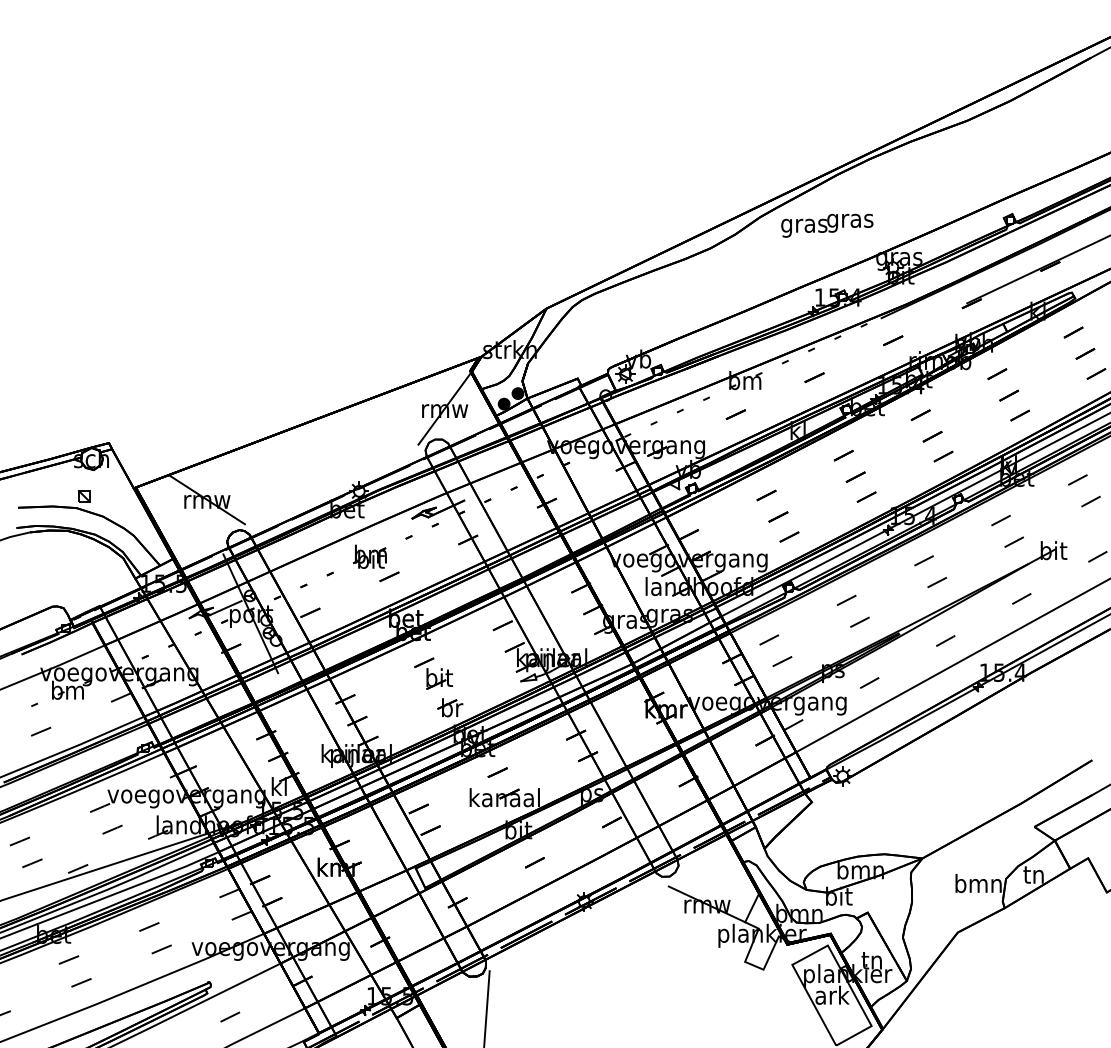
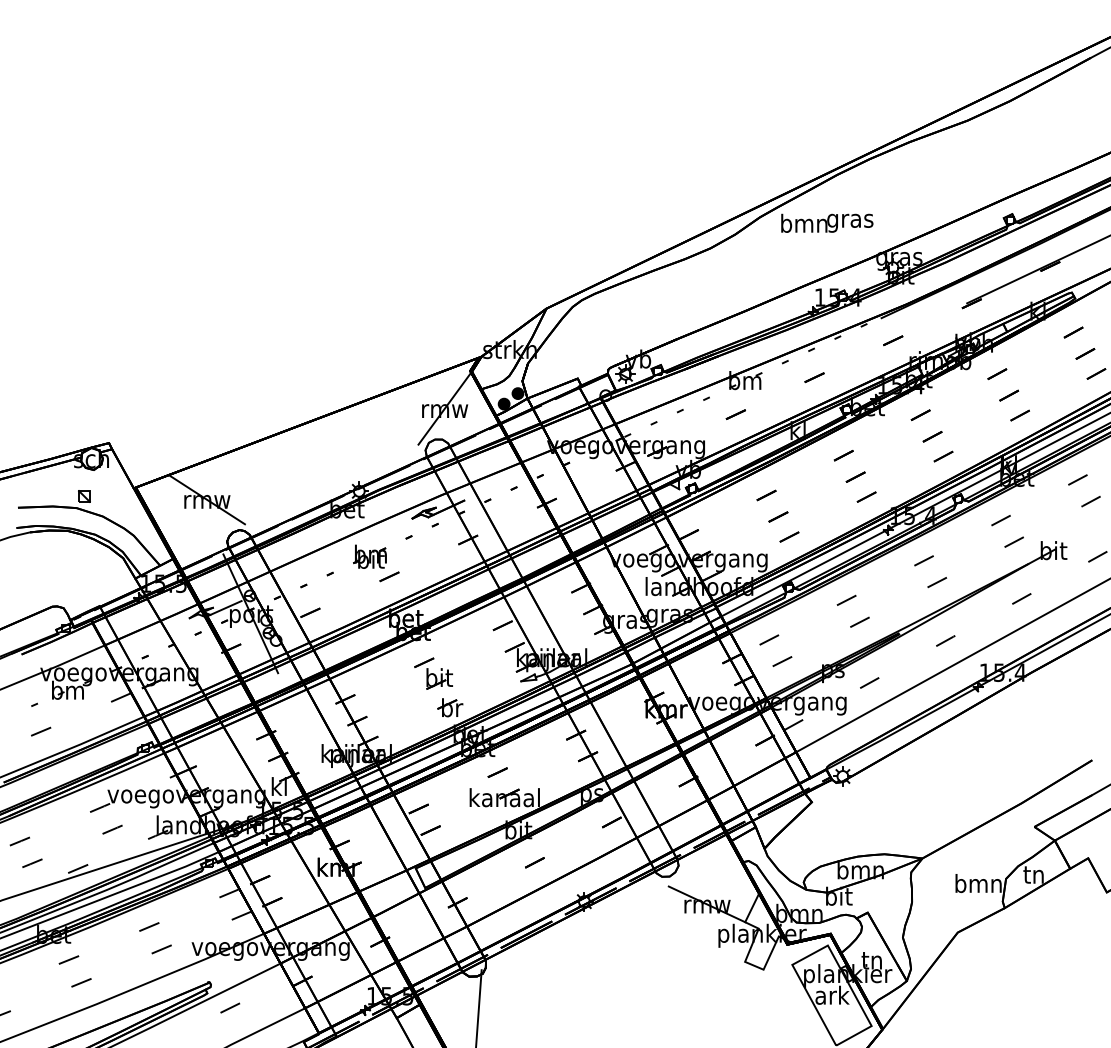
text at (804, 225): gras -> bmn
line at (486, 1007) position: (486, 1007) -> (478, 1007)
line at (230, 1016) position: (230, 1016) -> (230, 1007)
